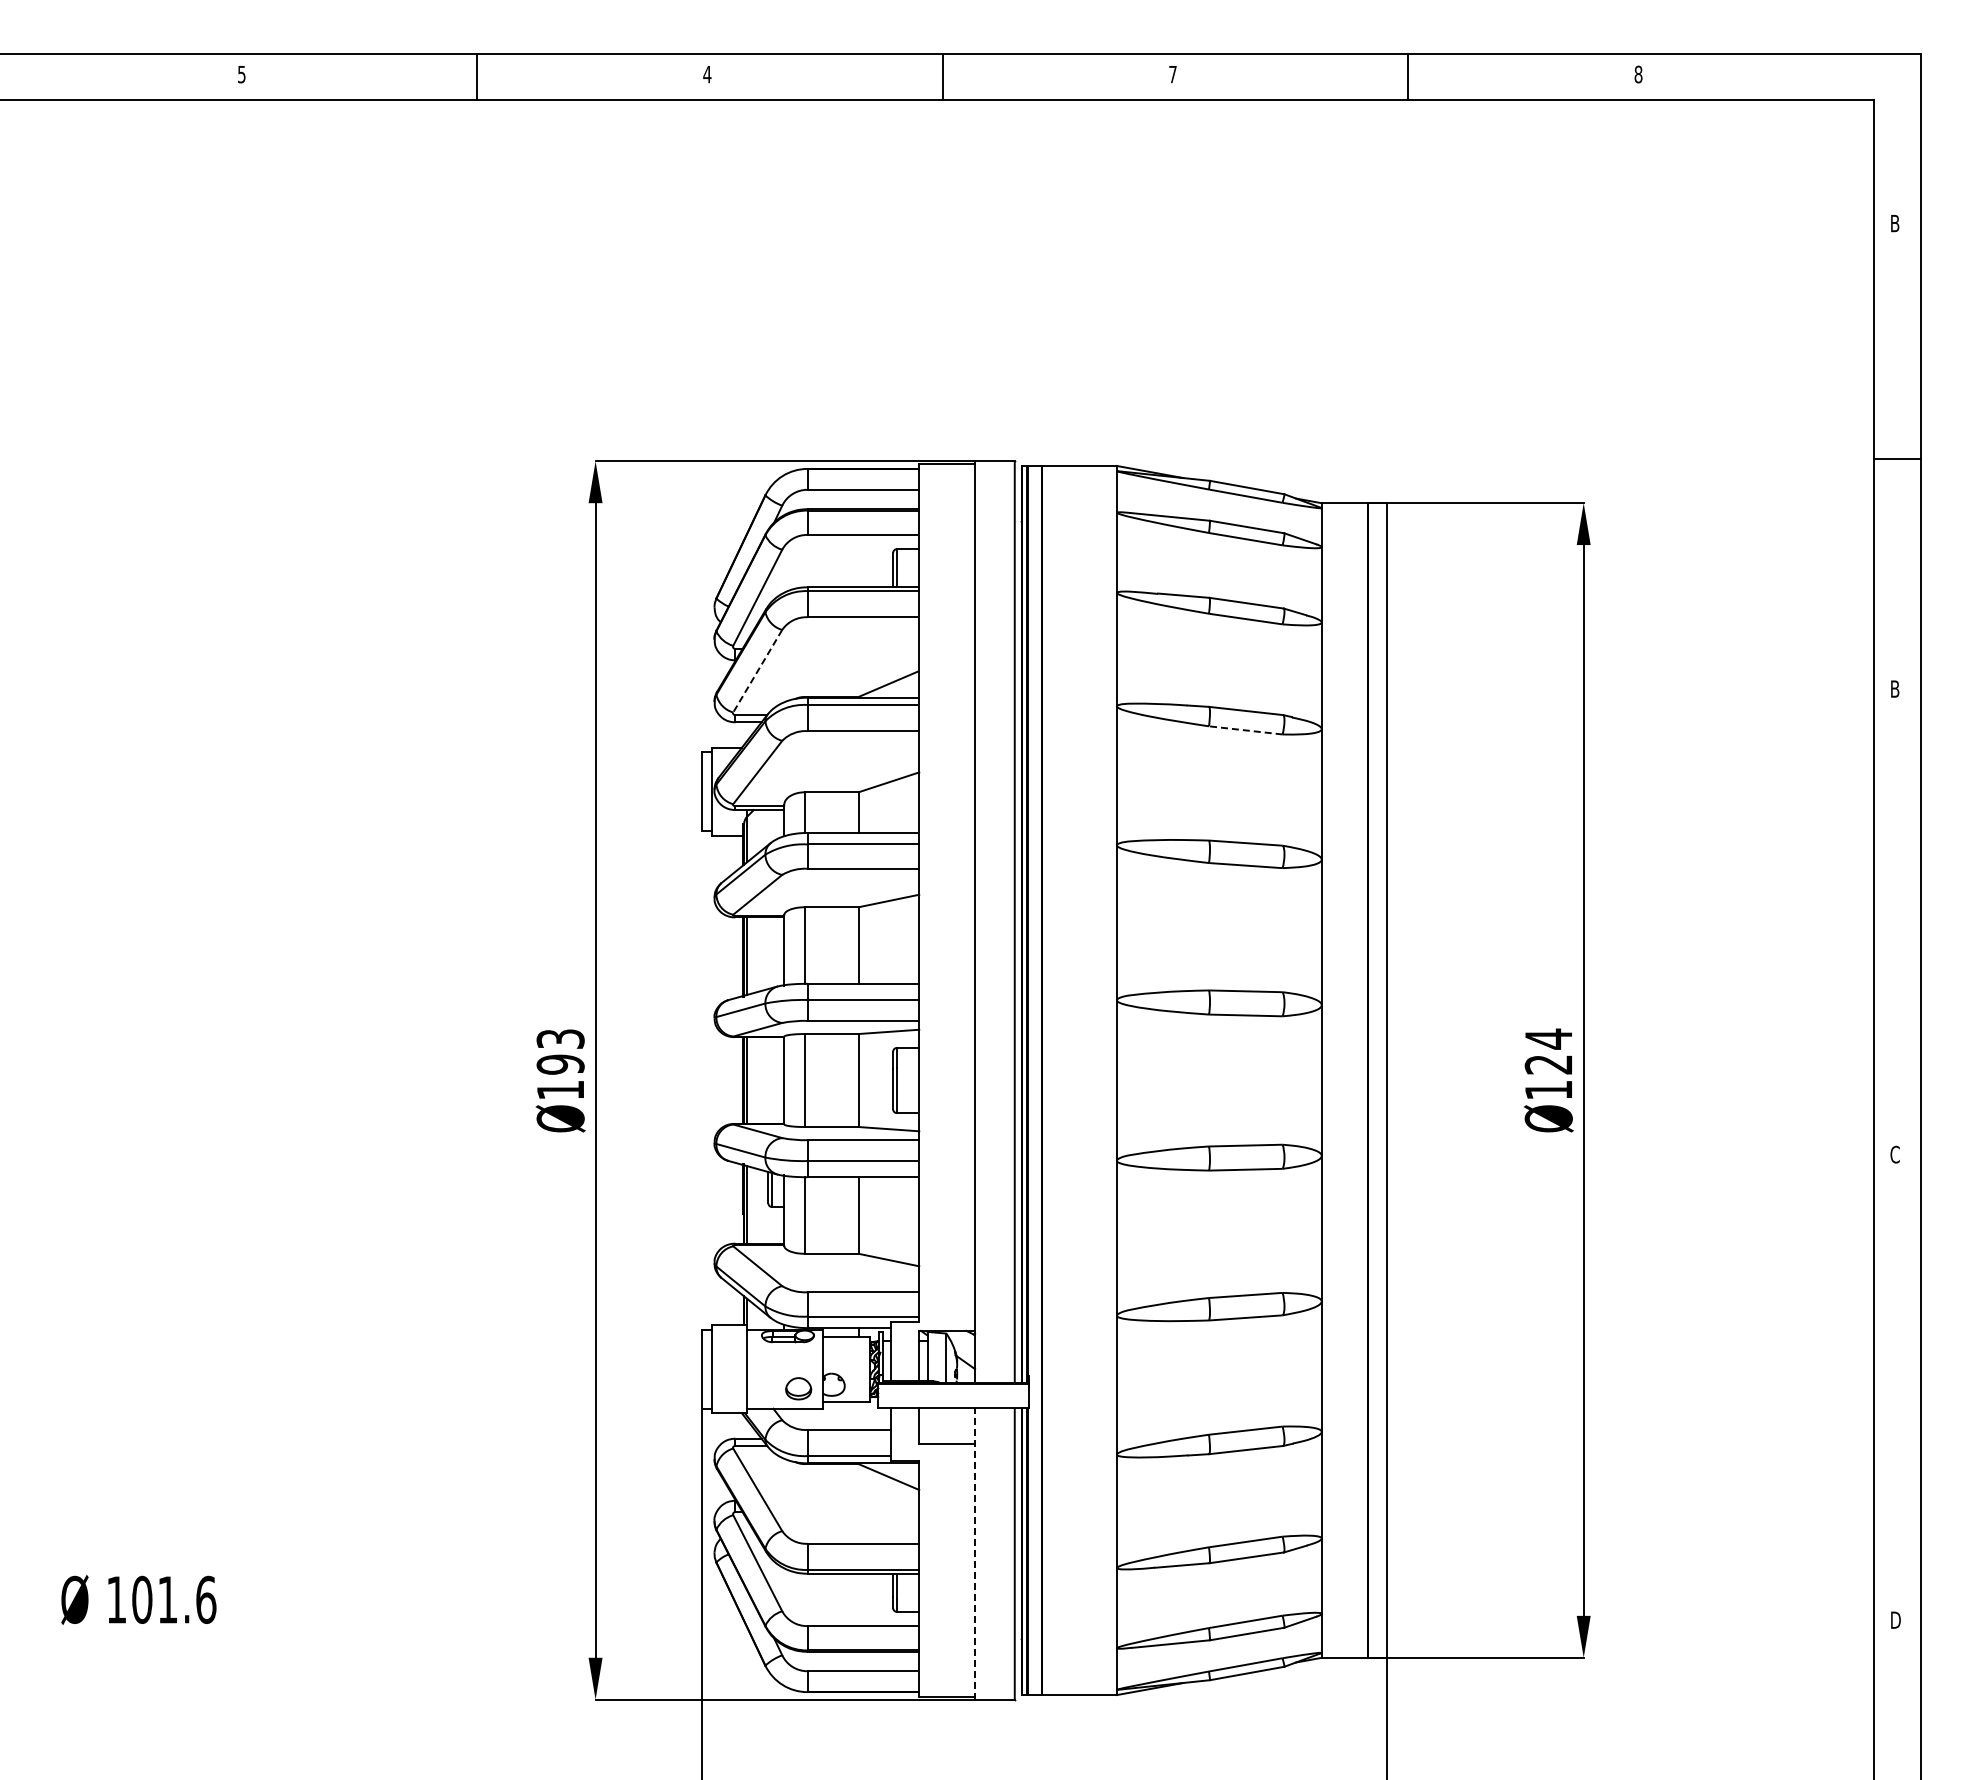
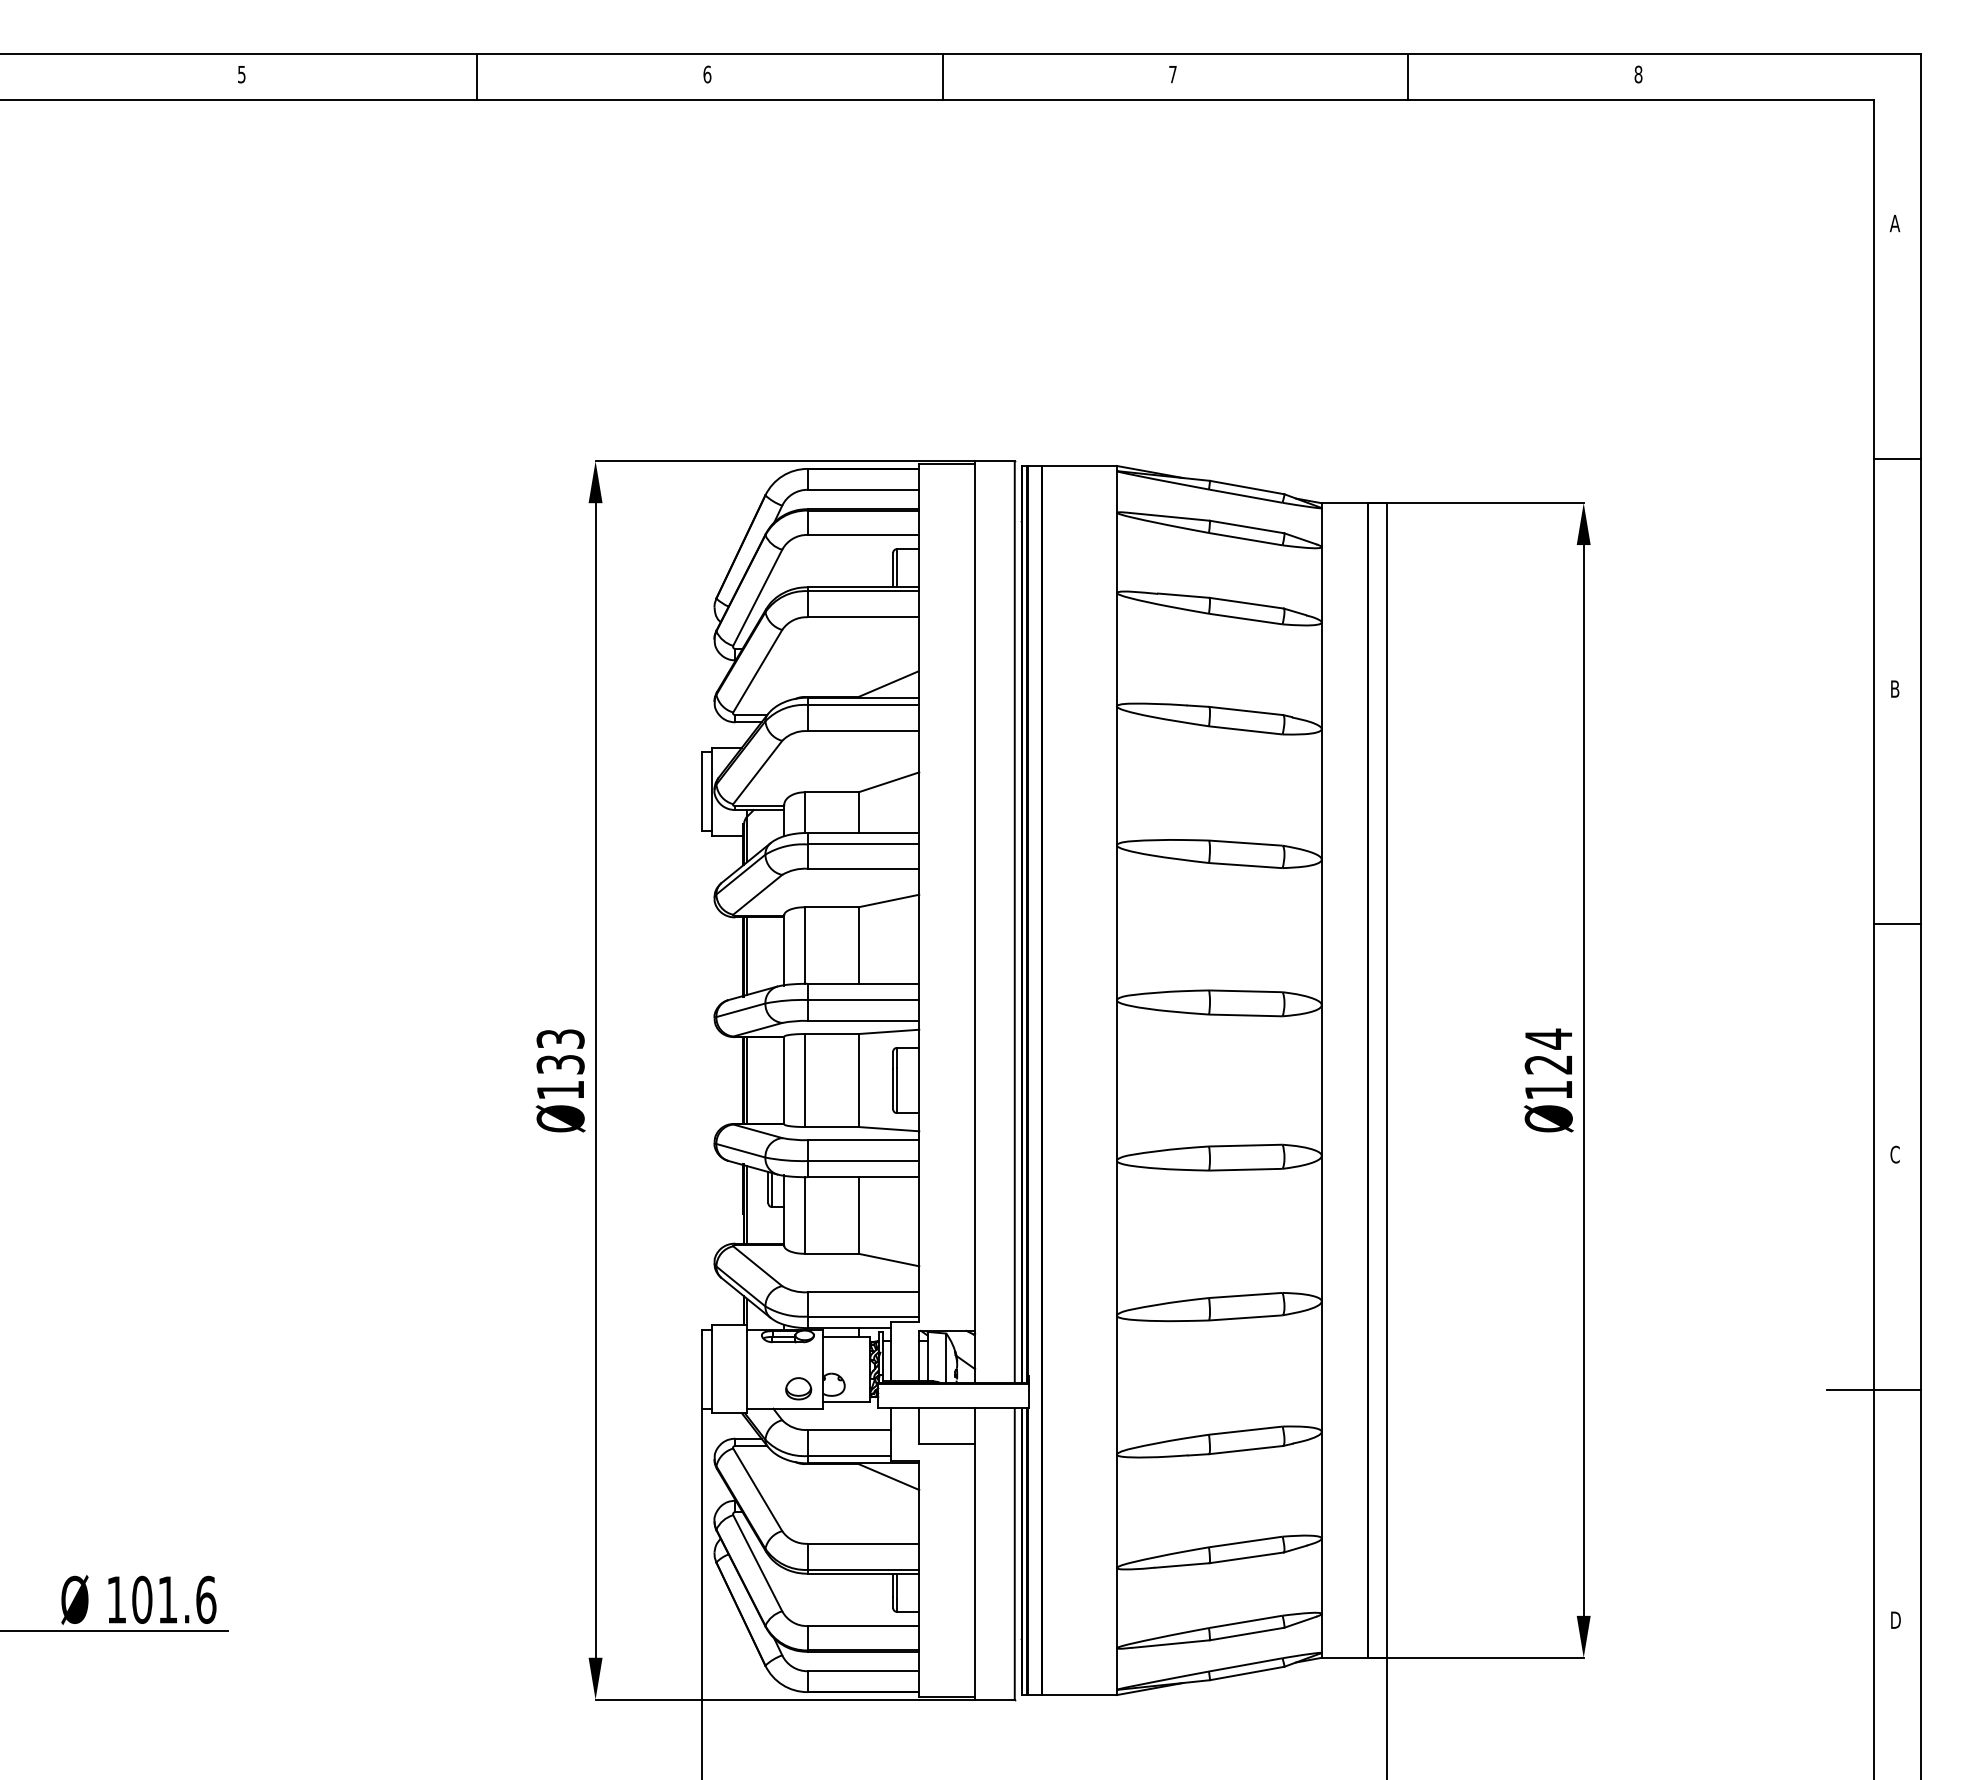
text at (707, 74): 4 -> 6
text at (1894, 223): B -> A
line at (757, 671): dashed -> solid
line at (1246, 730): dashed -> solid
line at (1897, 924): none -> present
text at (560, 1064): Ø193 -> Ø133
line at (1873, 1389): none -> present
line at (975, 1553): dashed -> solid
line at (115, 1630): none -> present
